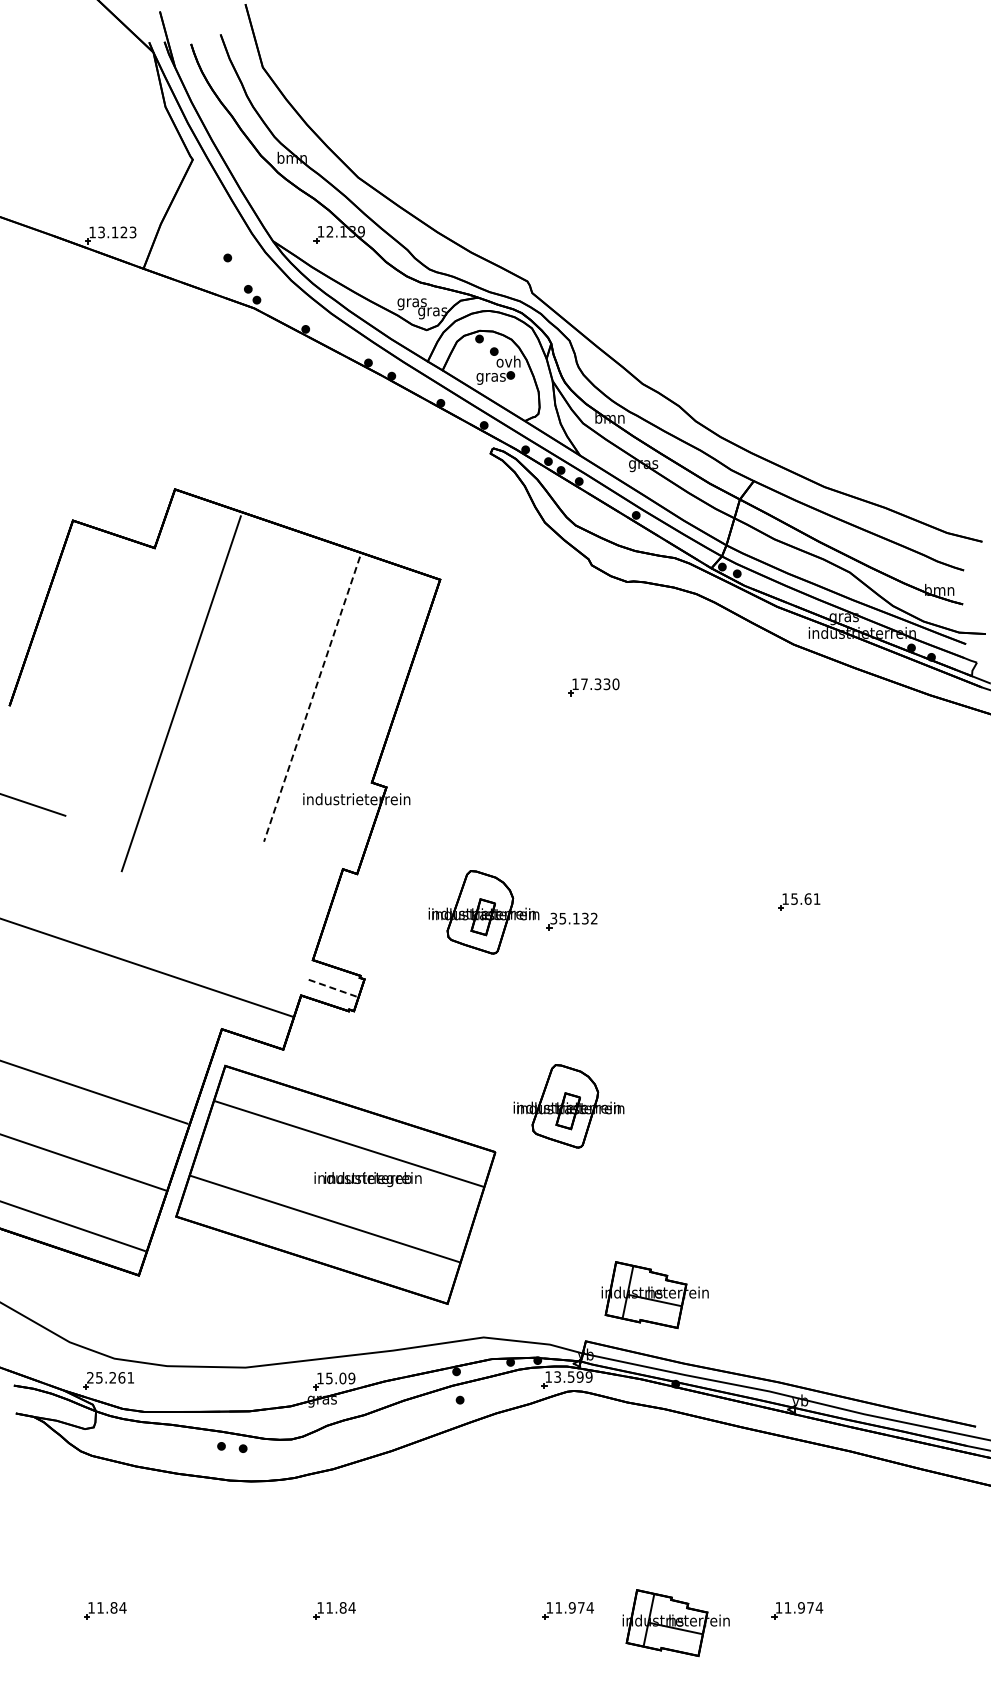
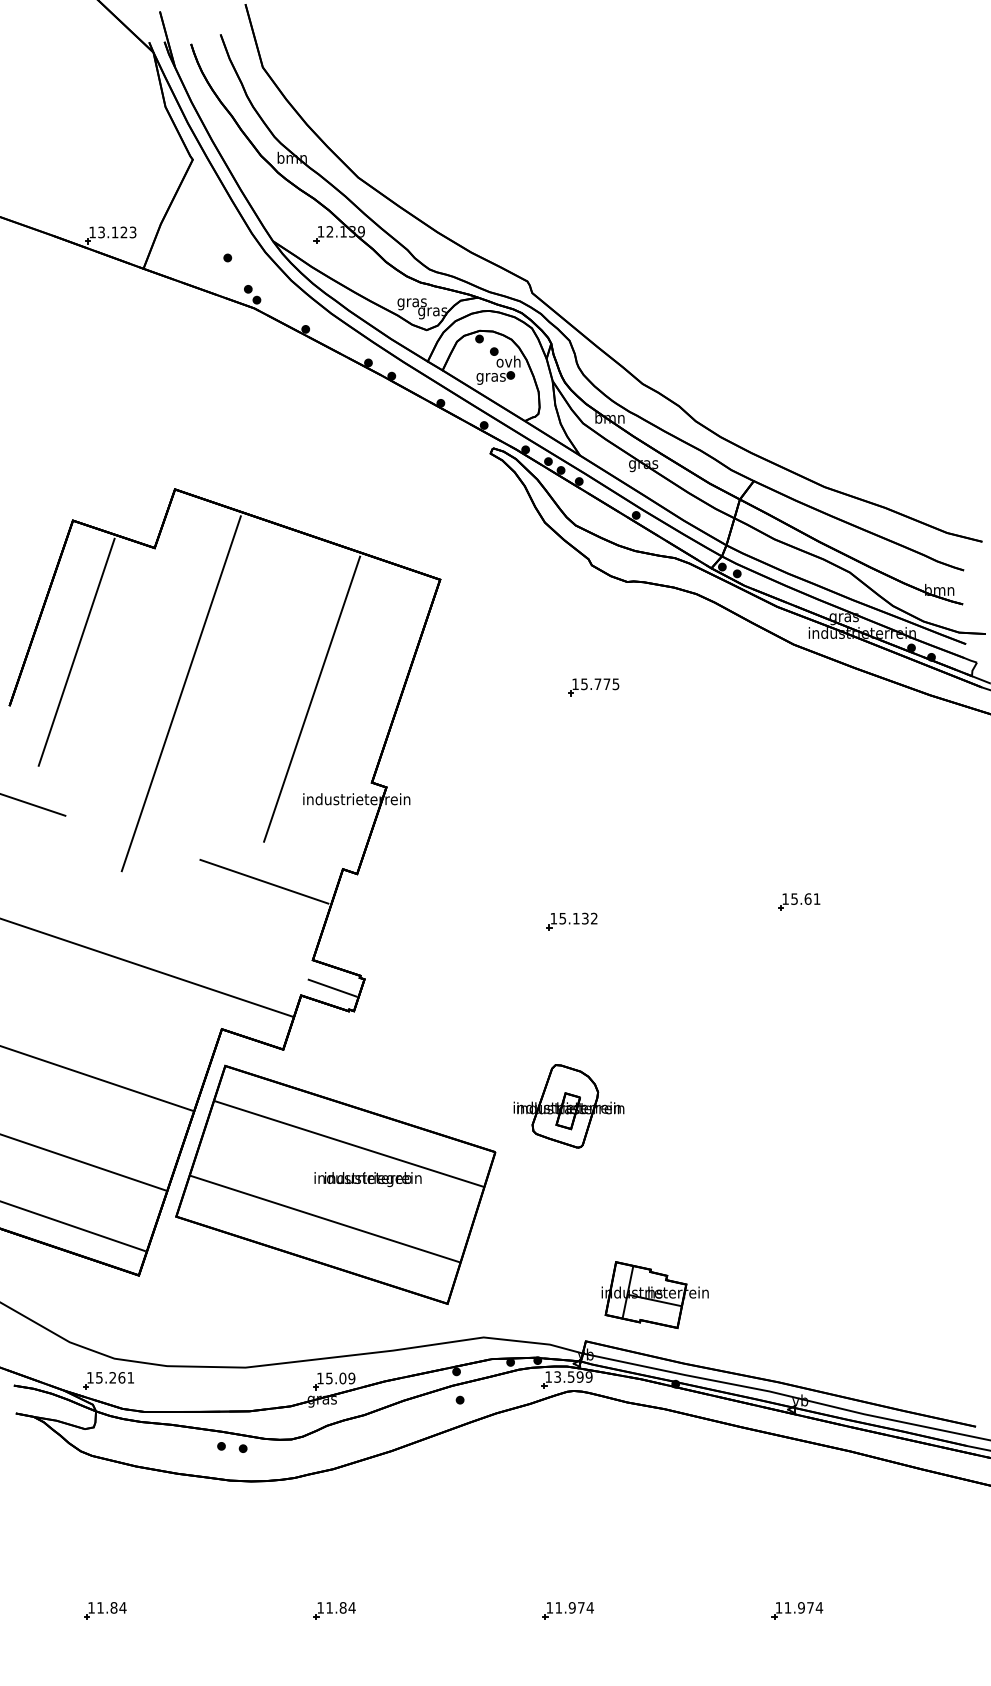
line at (76, 651): none -> present
text at (600, 684): 17.330 -> 15.775
line at (311, 699): dashed -> solid
line at (264, 881): none -> present
part at (483, 912): present -> none
text at (553, 918): 35.132 -> 15.132
line at (333, 988): dashed -> solid
line at (94, 1092) position: (94, 1092) -> (97, 1078)
text at (90, 1377): 25.261 -> 15.261
part at (675, 1623): present -> none
